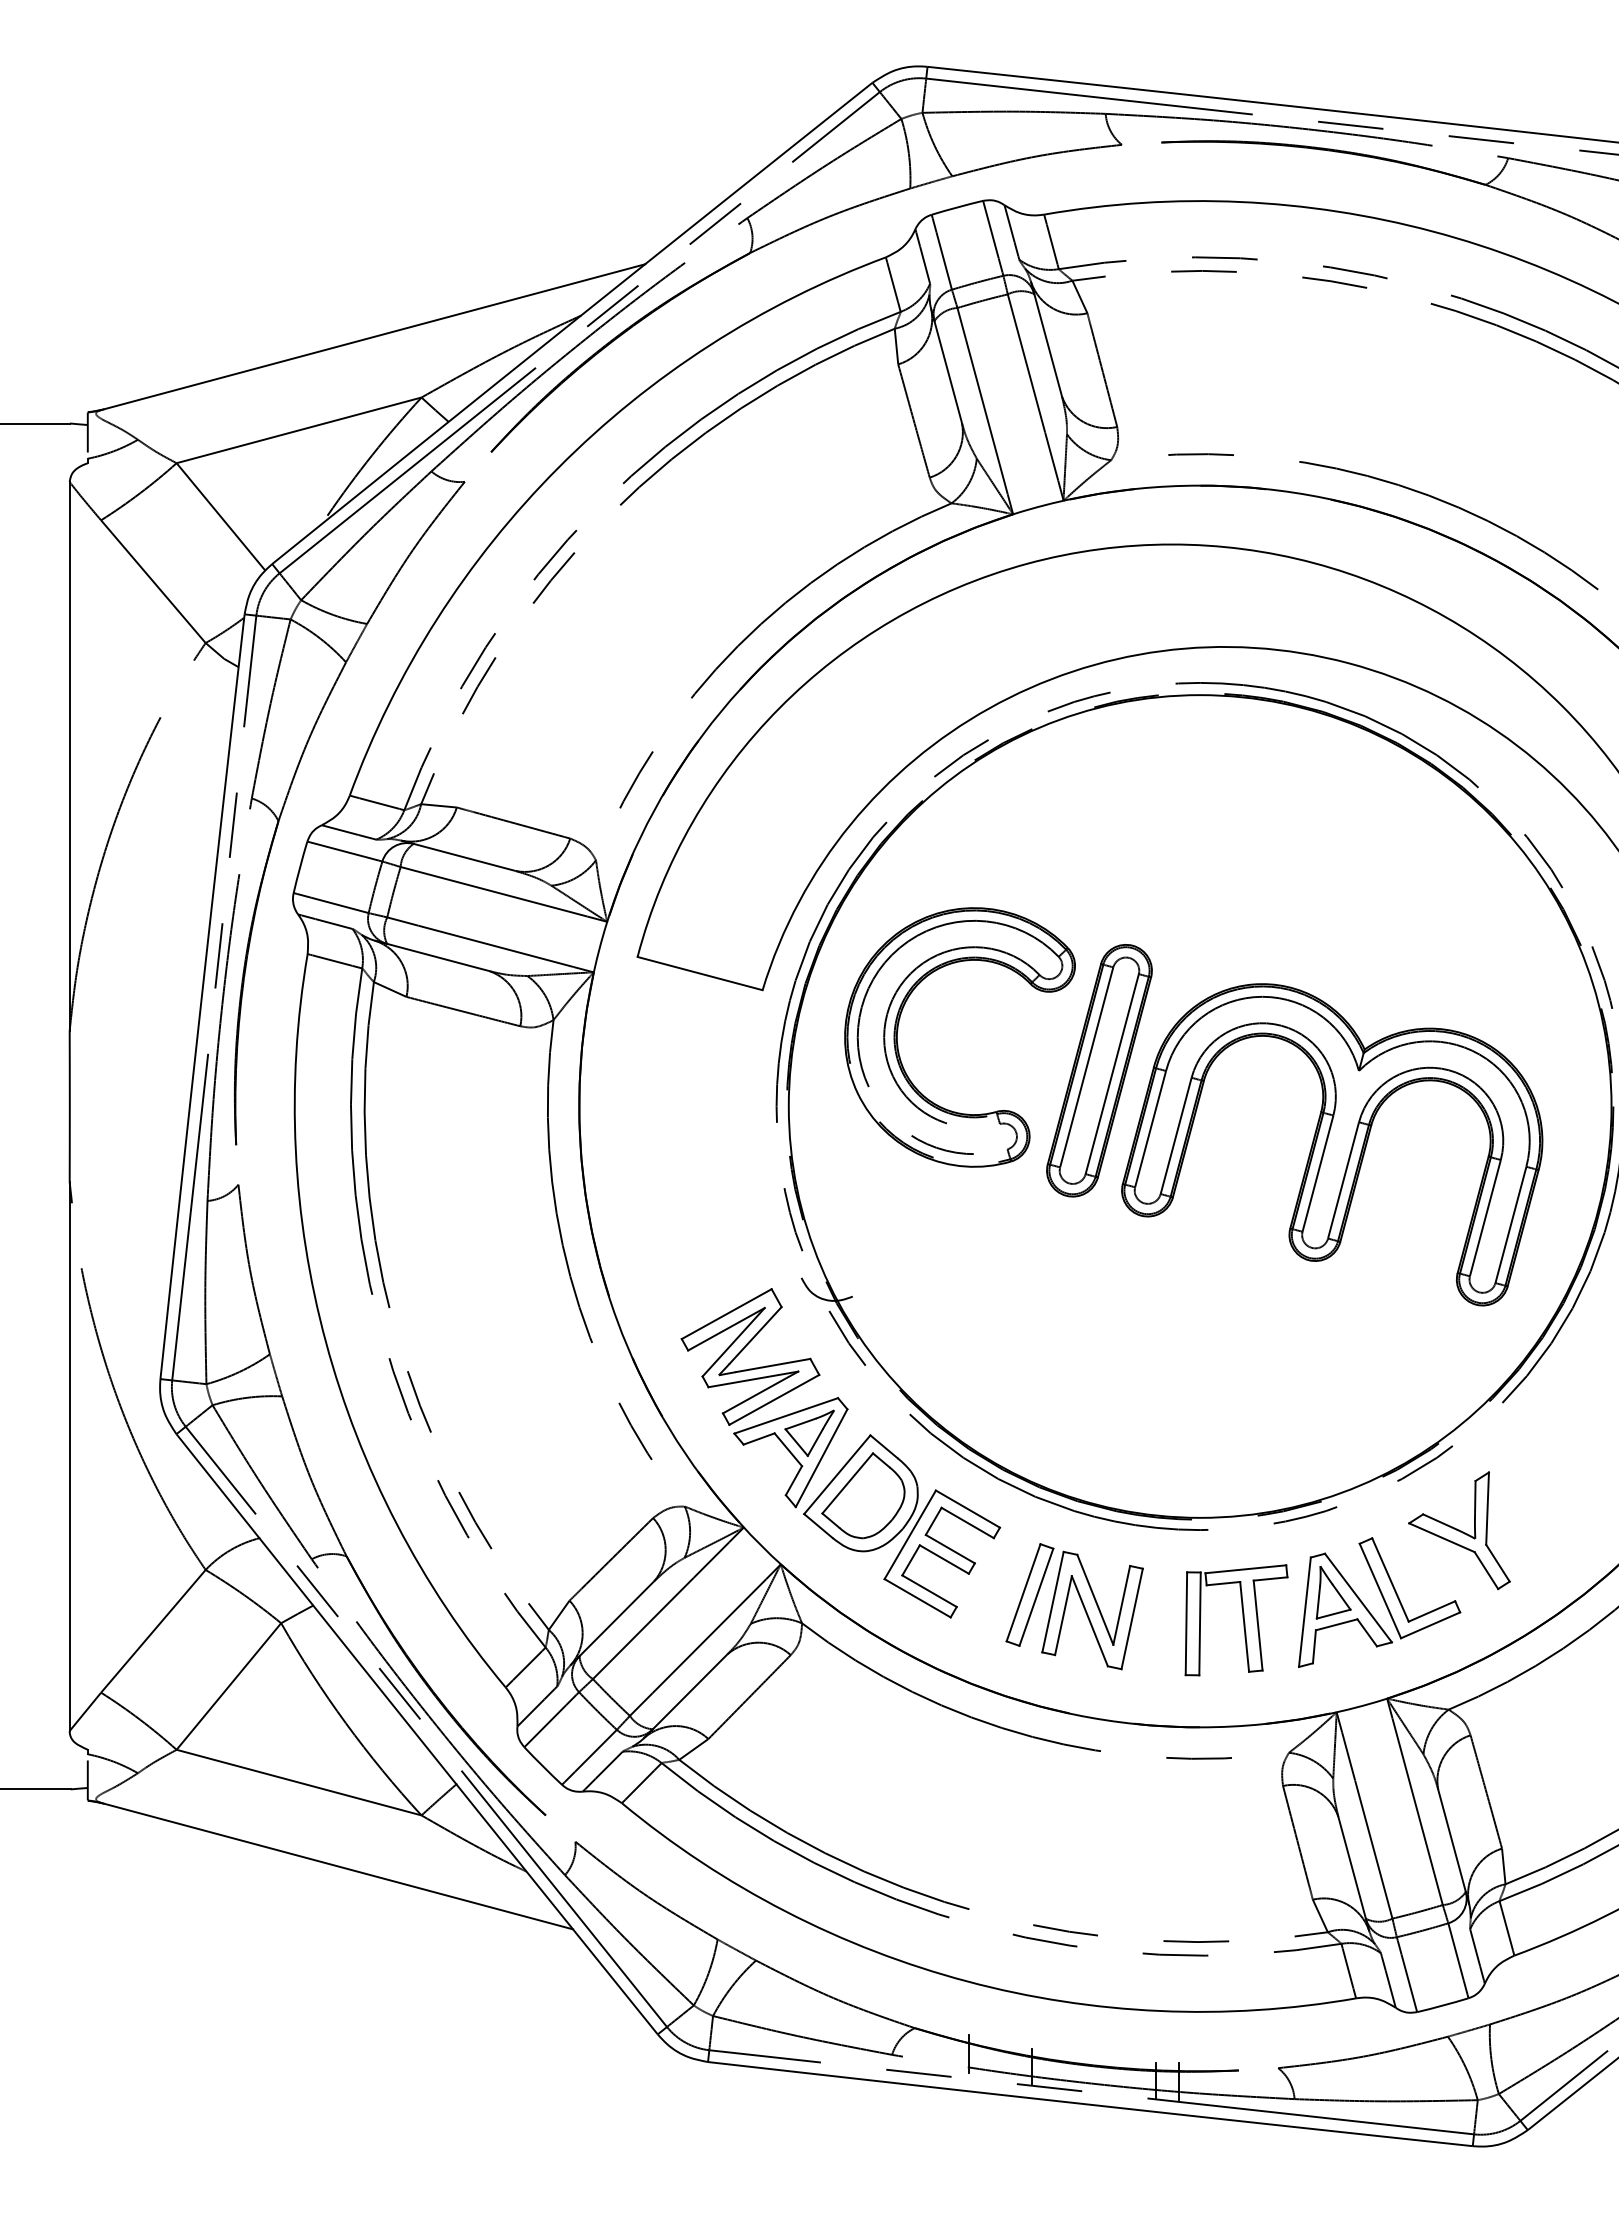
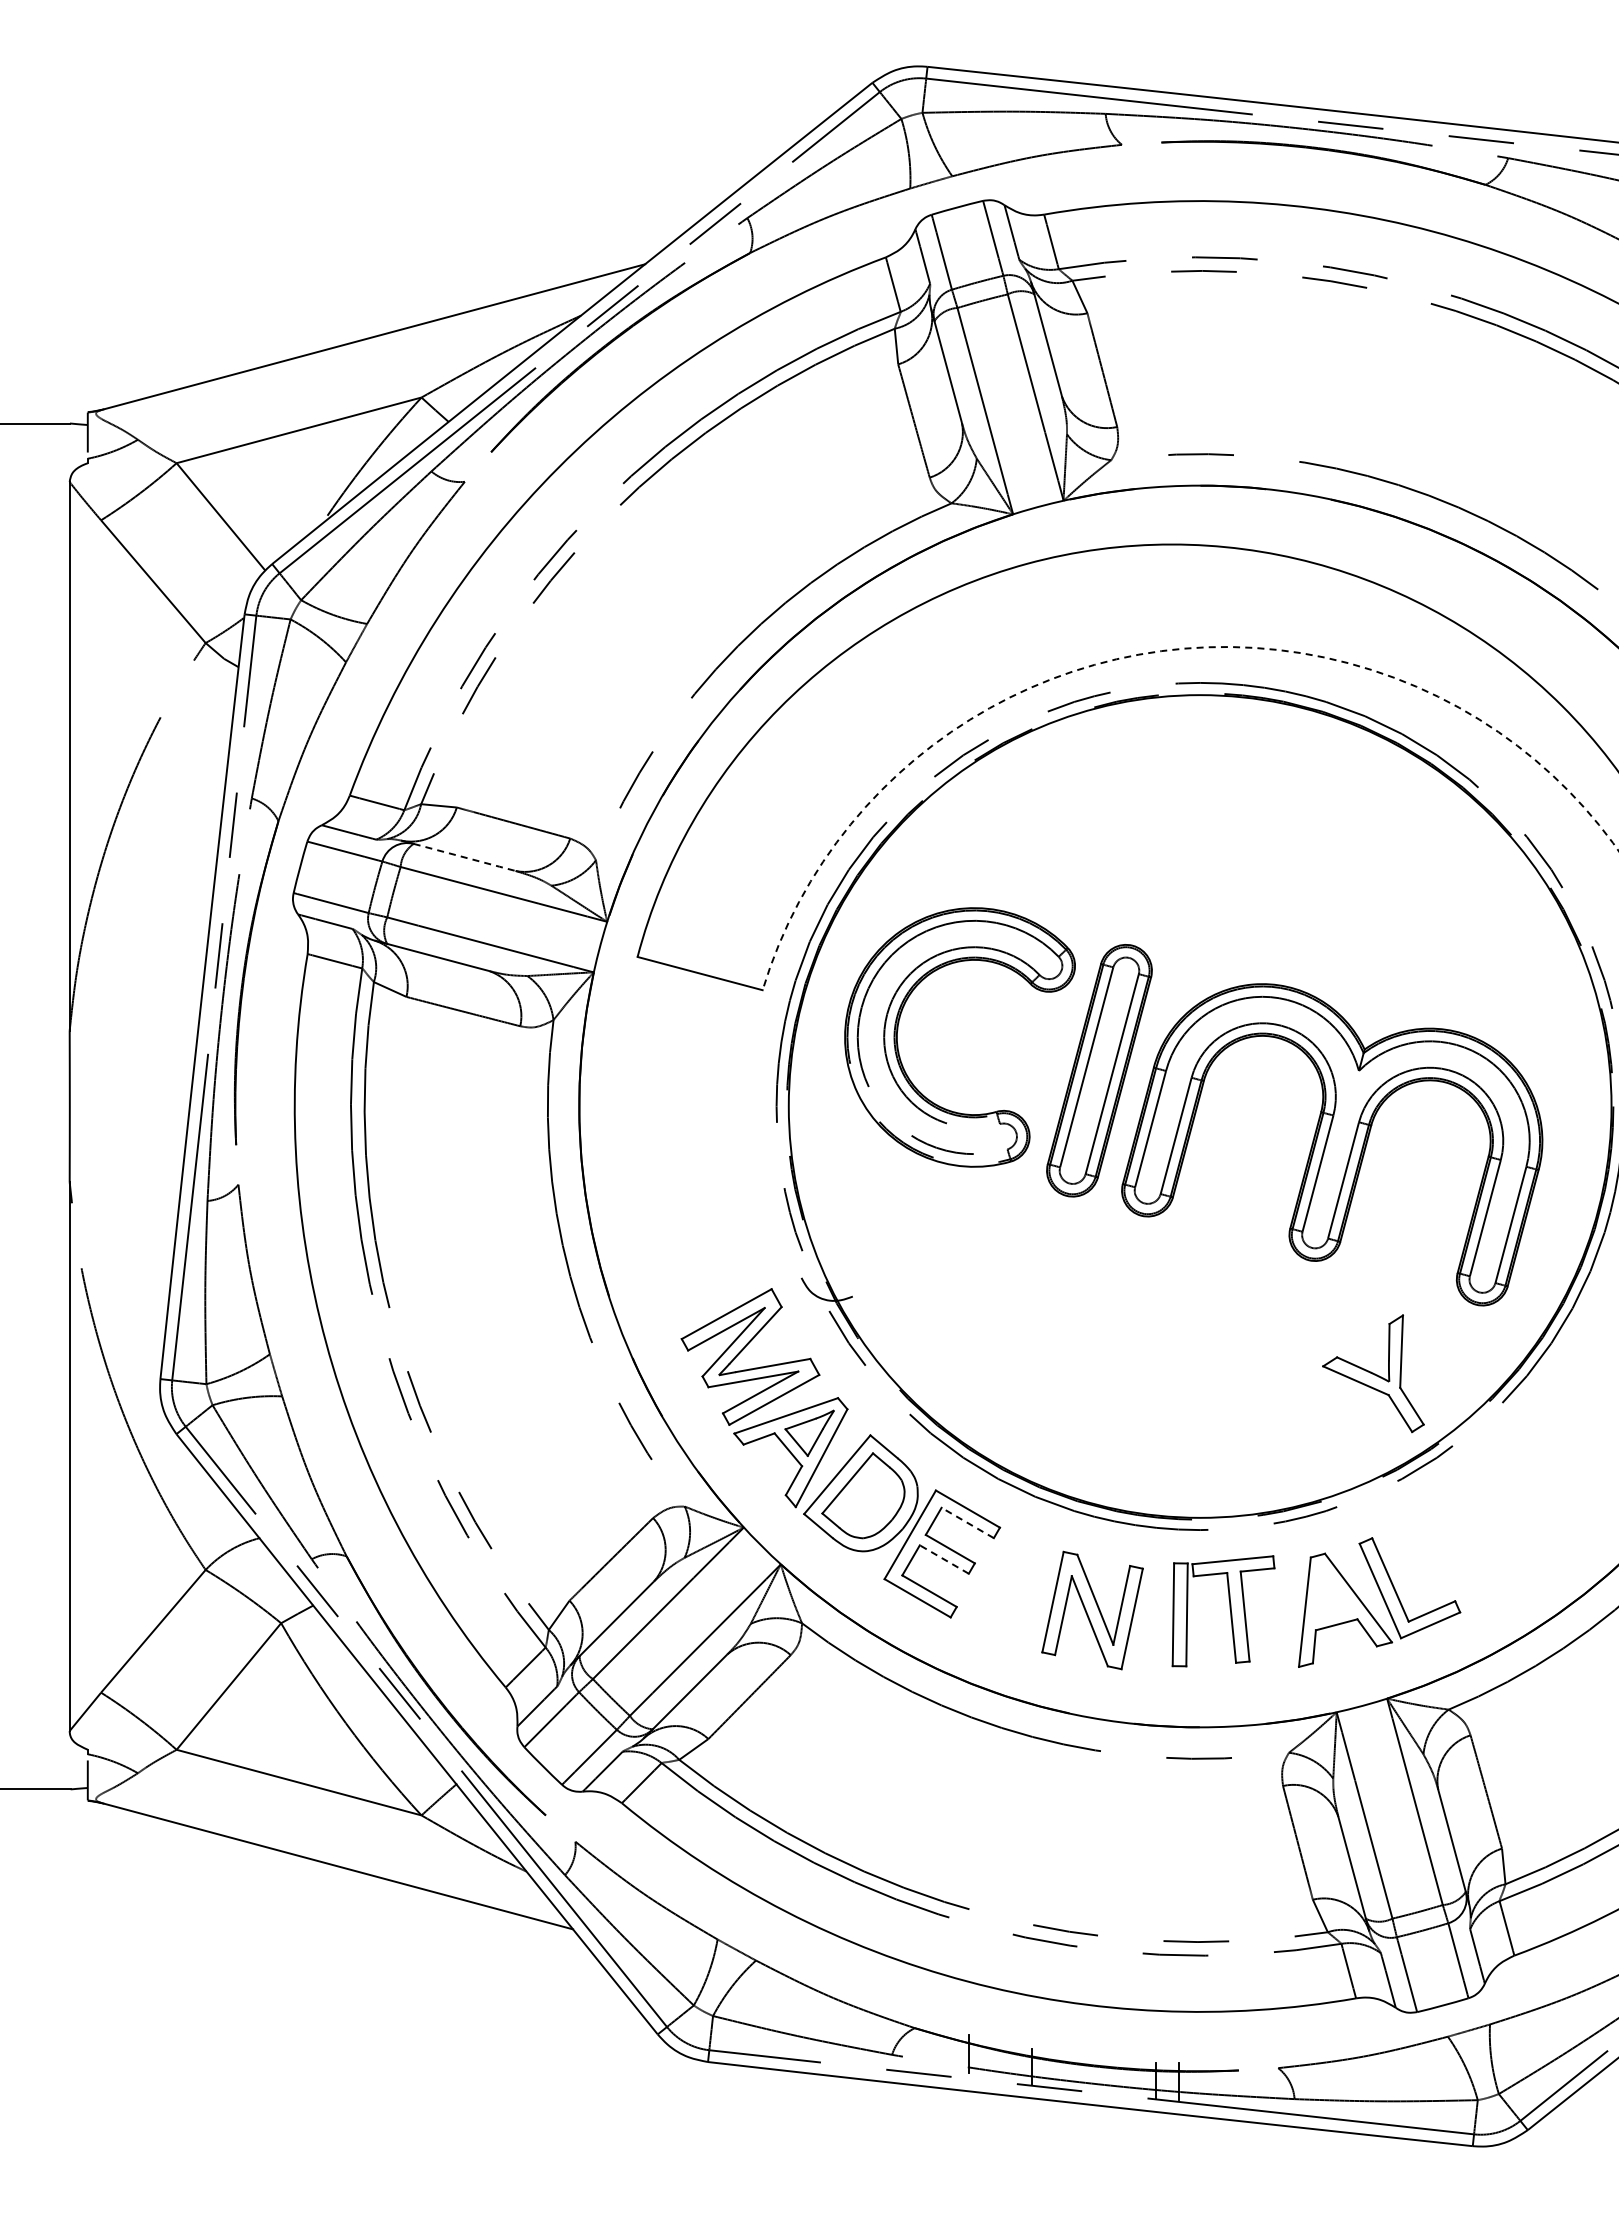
arc at (1148, 653): solid -> dashed
line at (465, 857): solid -> dashed
line at (967, 1522): solid -> dashed
part at (1459, 1530) position: (1459, 1530) -> (1373, 1373)
line at (943, 1559): solid -> dashed
part at (1333, 1592): present -> none
part at (1029, 1594): present -> none
part at (1242, 1618) position: (1242, 1618) -> (1229, 1609)
